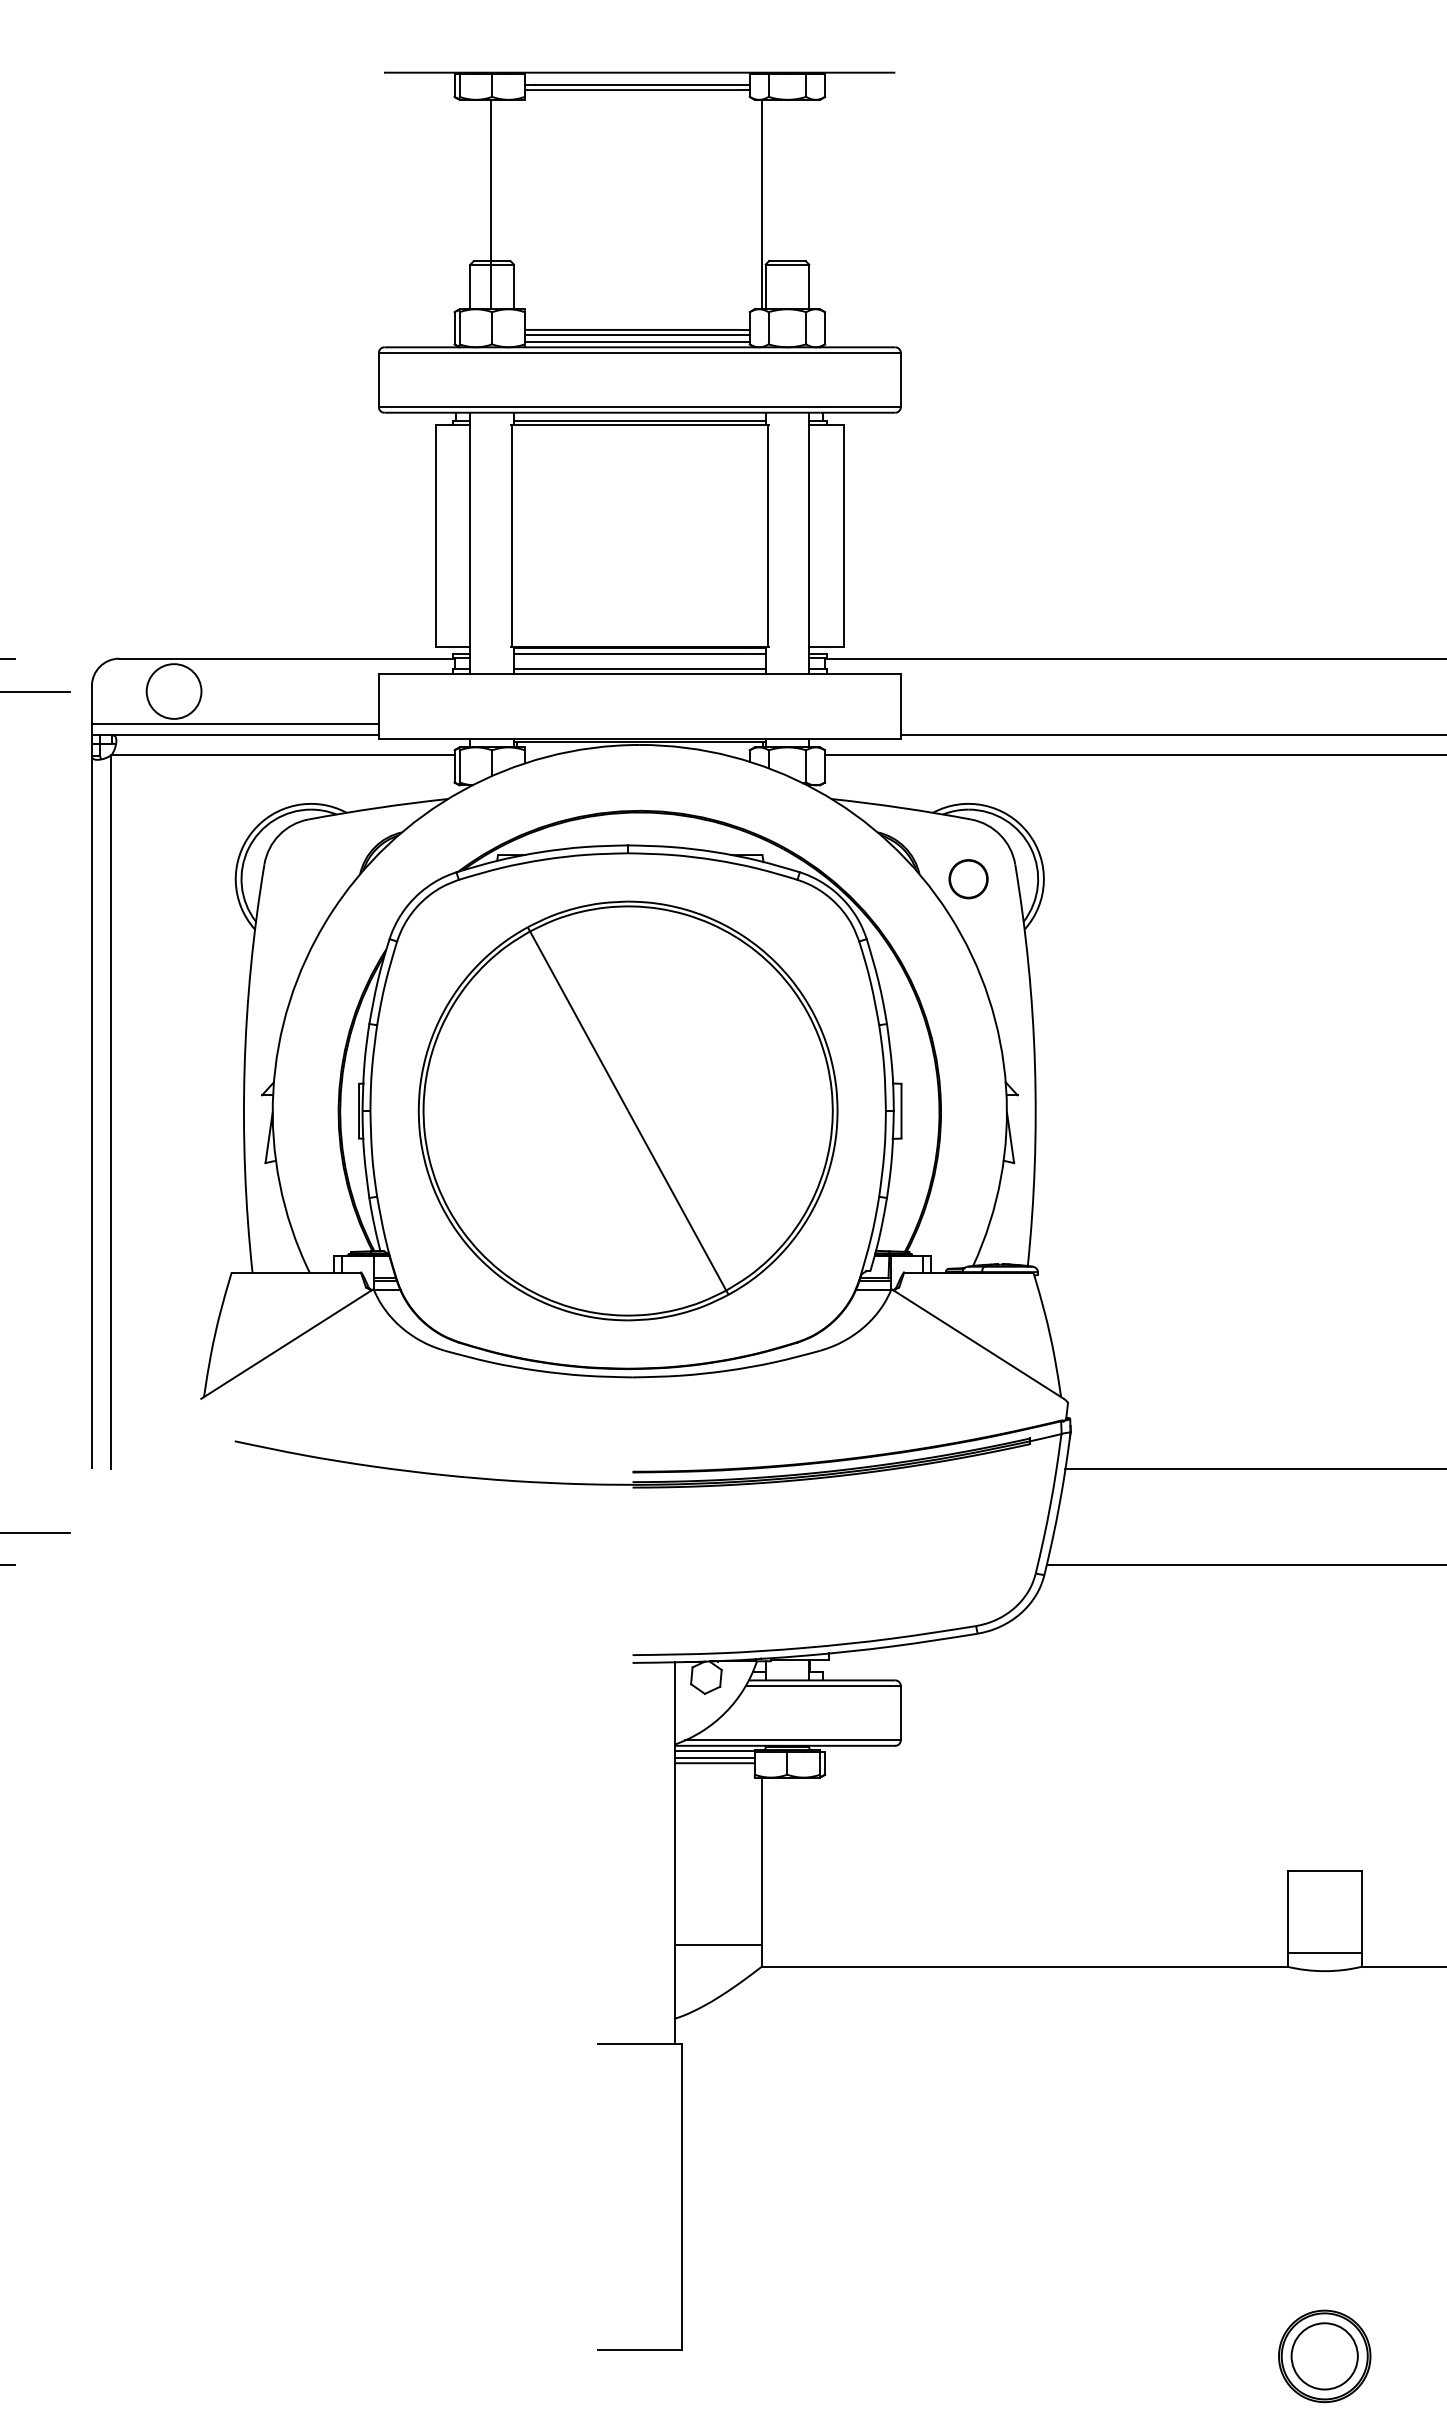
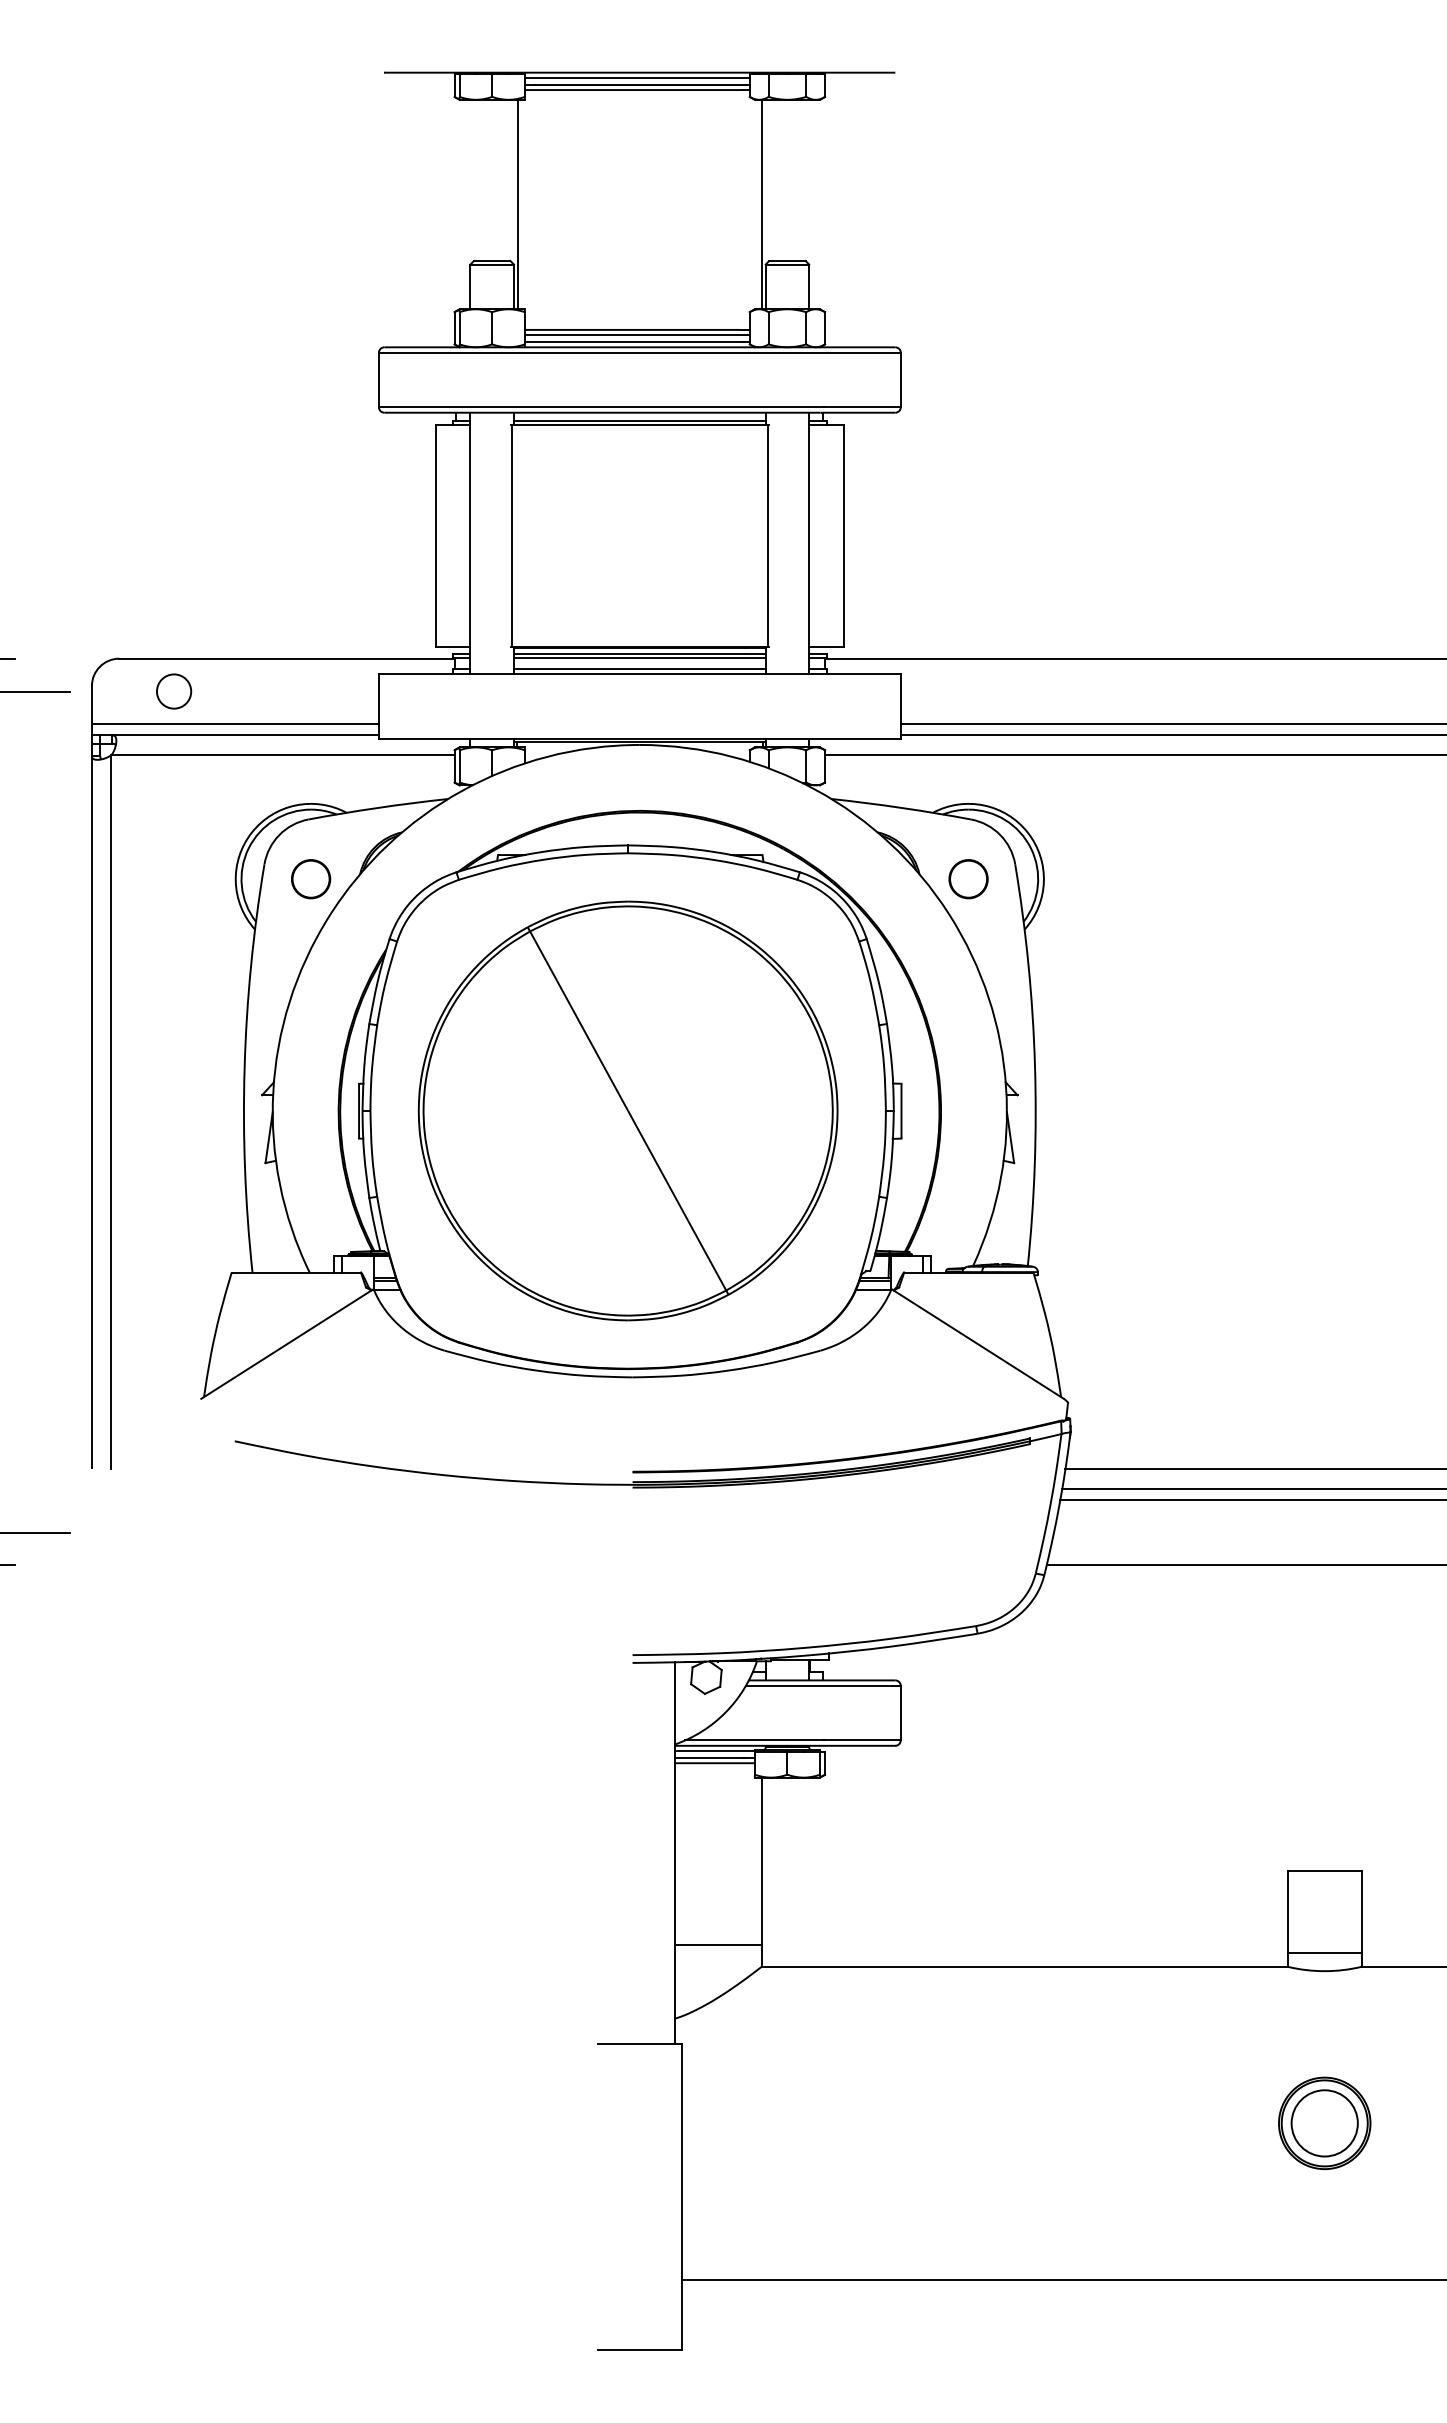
line at (636, 78): none -> present
line at (491, 204) position: (491, 204) -> (518, 204)
line at (639, 657): none -> present
circle at (173, 691) diameter: 55 px -> 34 px
line at (1171, 724): none -> present
circle at (311, 879): none -> present
line at (1252, 1488): none -> present
line at (1251, 1499): none -> present
line at (1062, 2279): none -> present
part at (1324, 2355) position: (1324, 2355) -> (1324, 2122)
